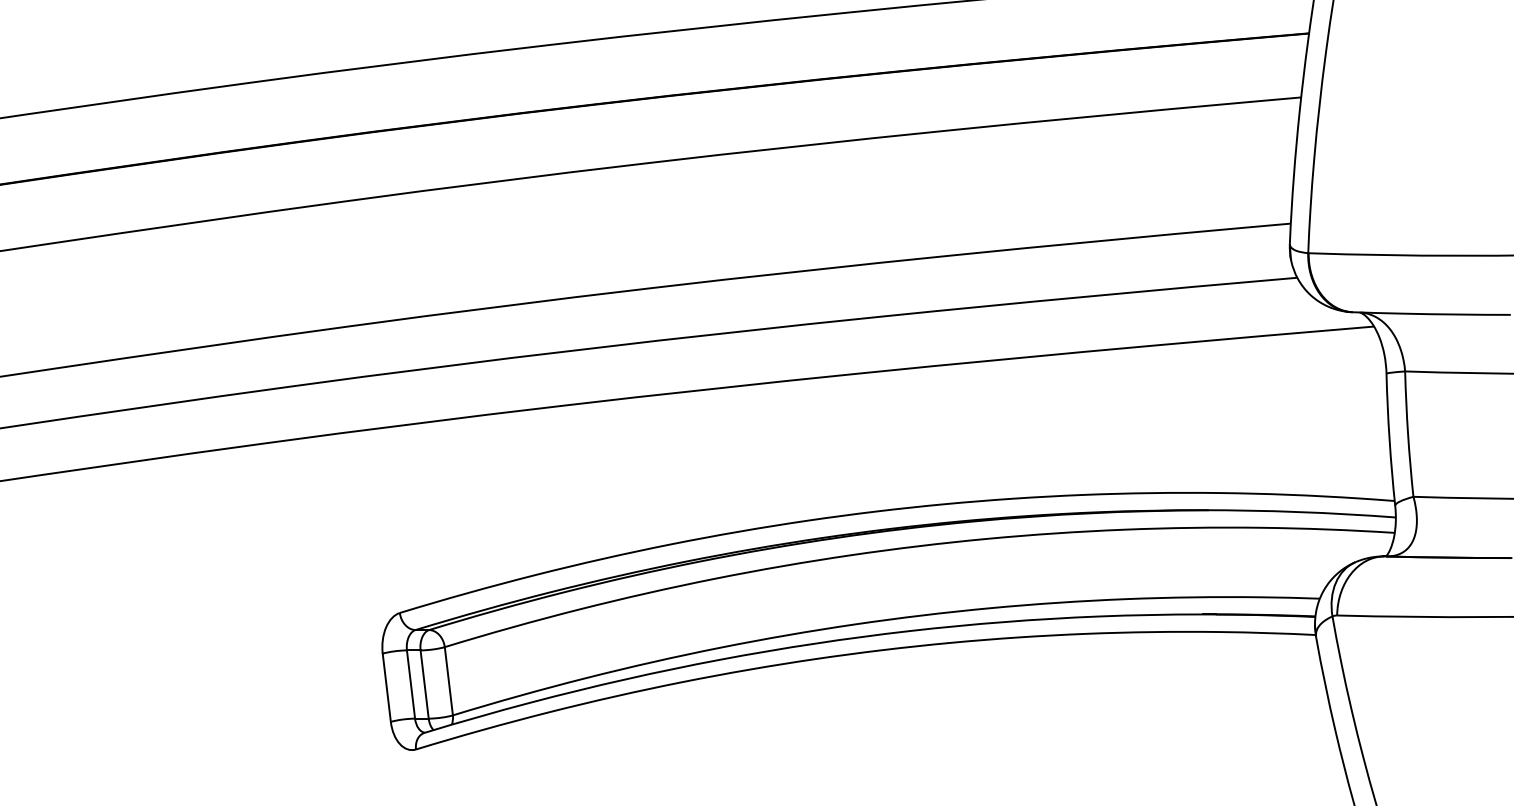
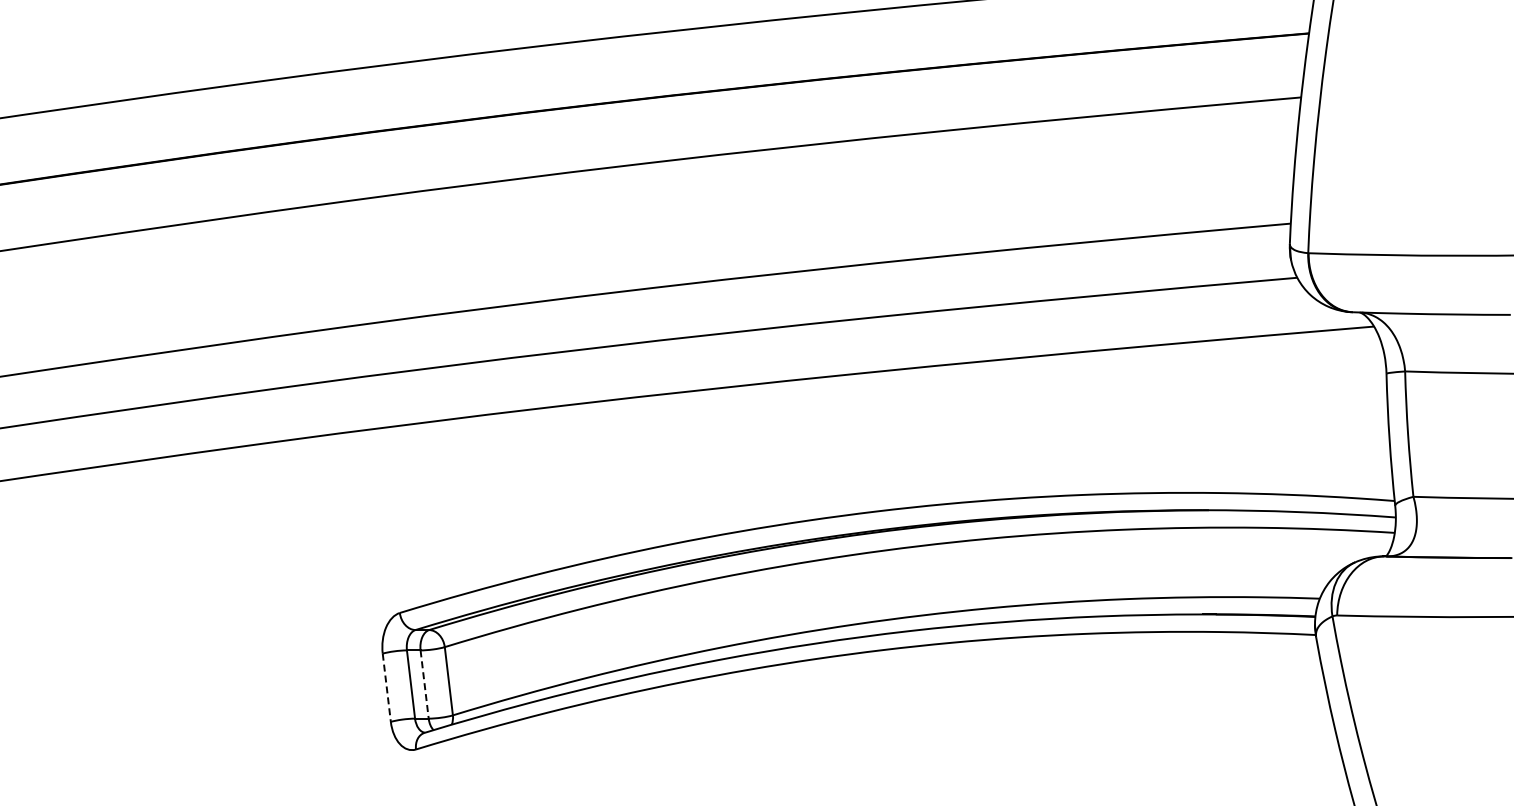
line at (424, 685): solid -> dashed
line at (386, 688): solid -> dashed
